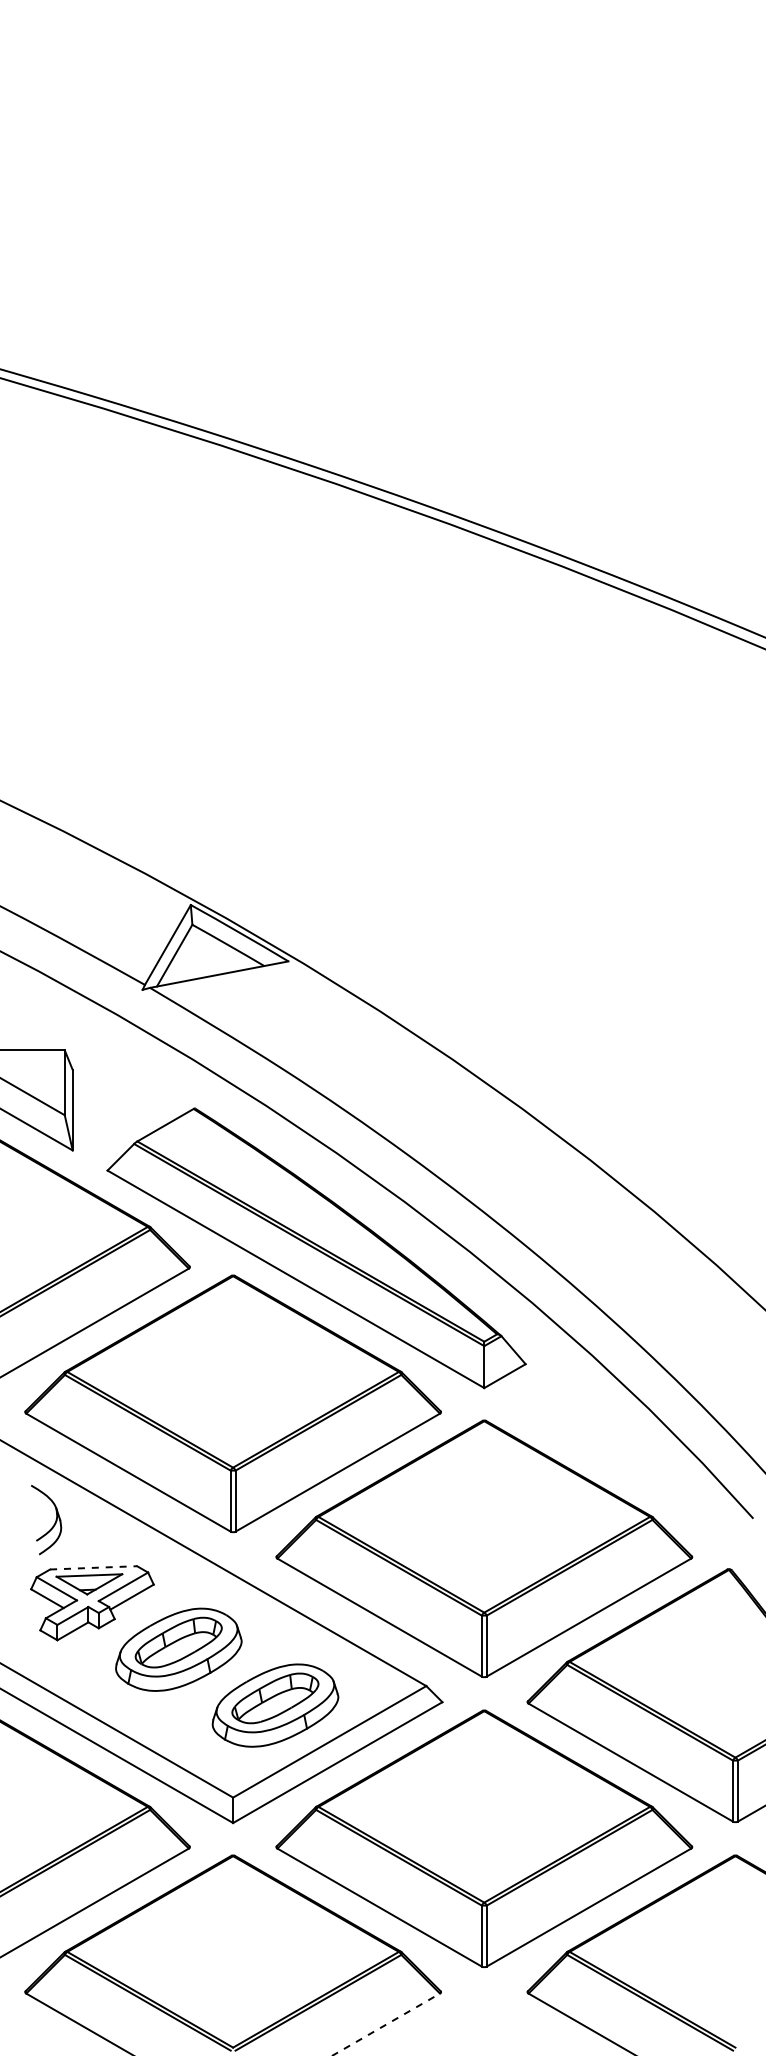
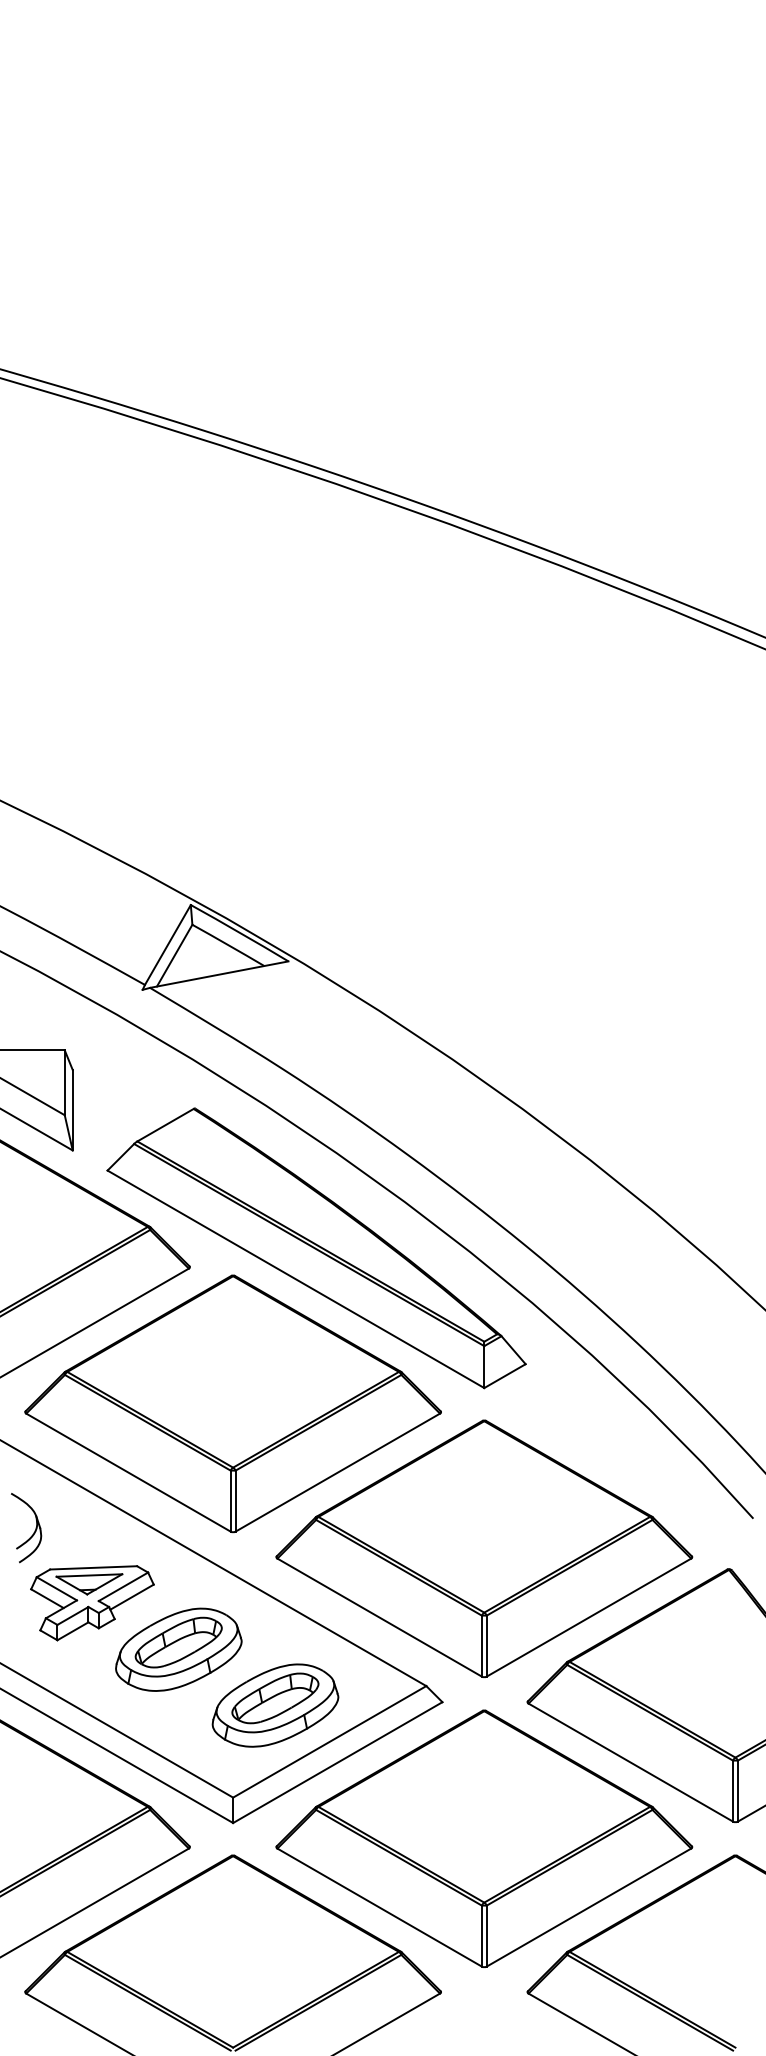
part at (53, 1524) position: (53, 1524) -> (33, 1532)
line at (93, 1567): dashed -> solid
line at (386, 2024): dashed -> solid
